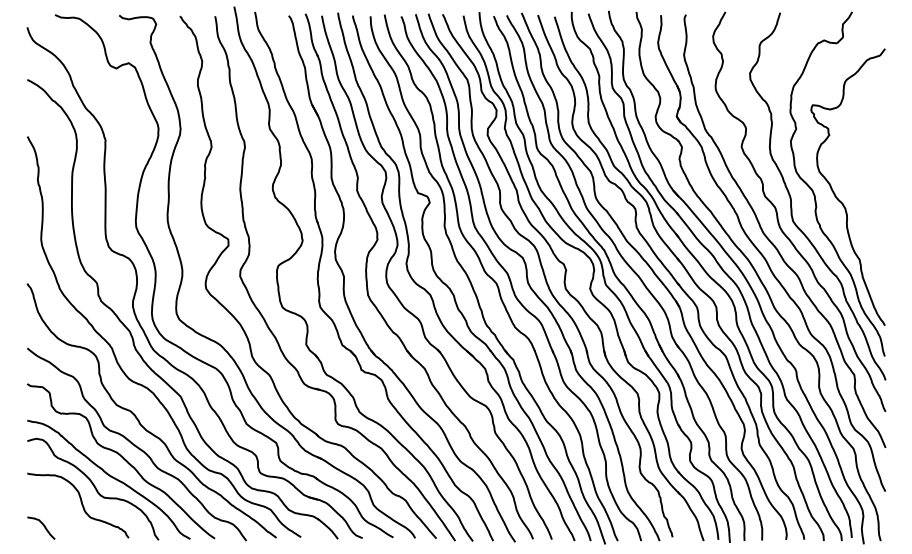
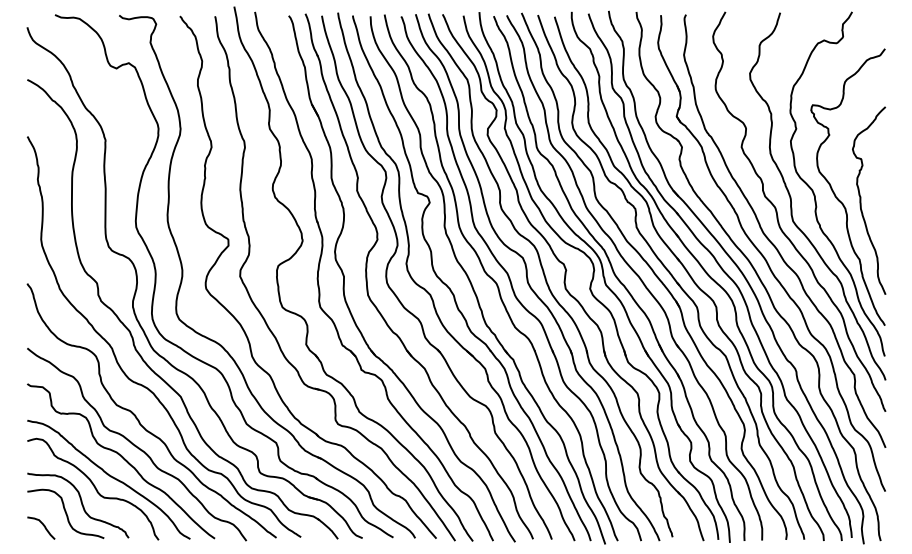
curve at (861, 200): none -> present
curve at (65, 513): none -> present
